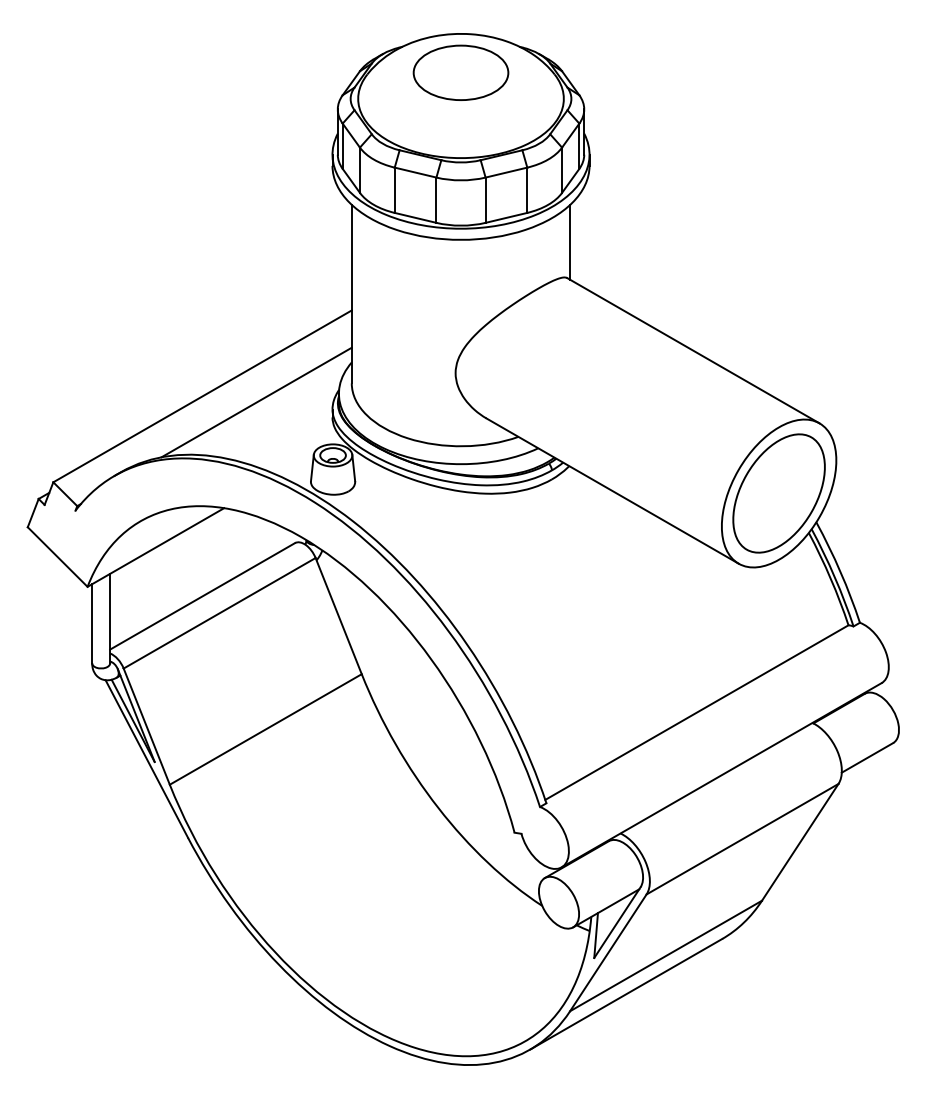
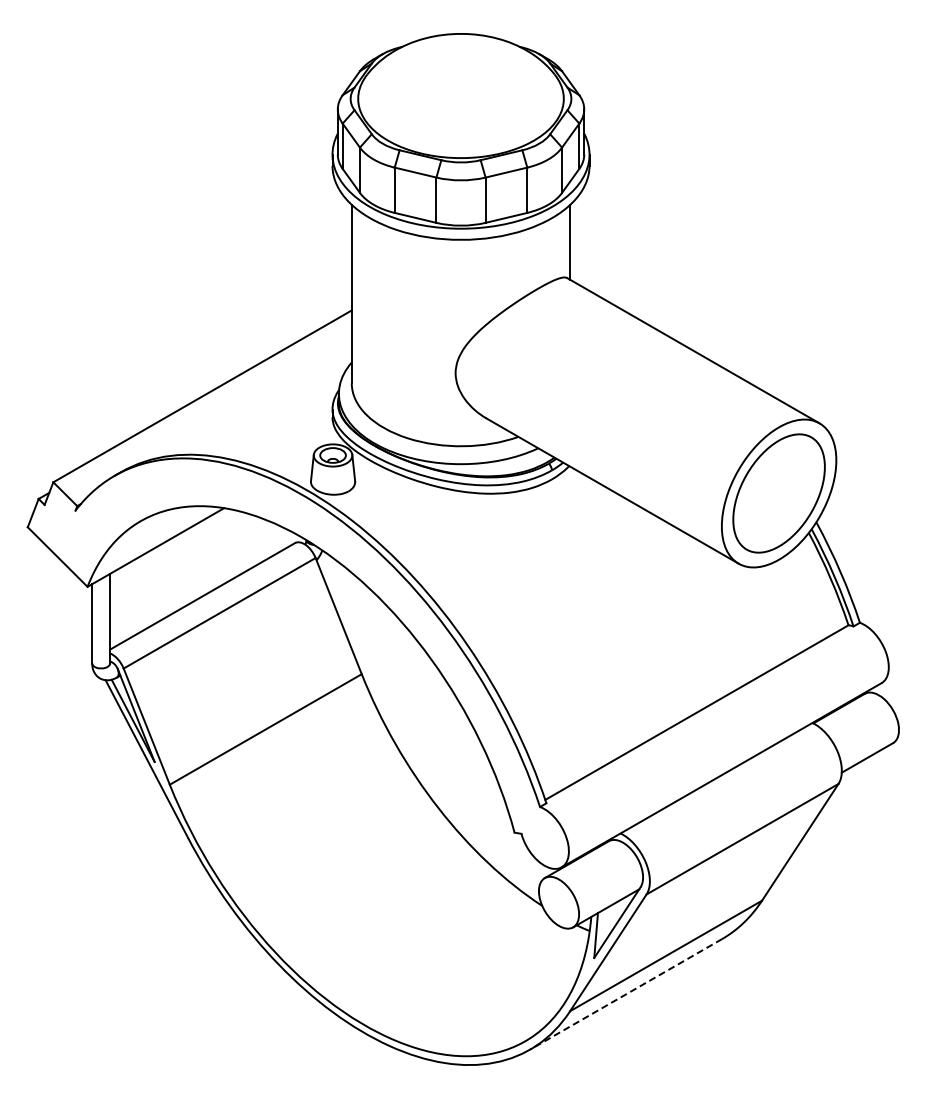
part at (460, 72): present -> none
line at (256, 402): present -> none
line at (626, 994): solid -> dashed
